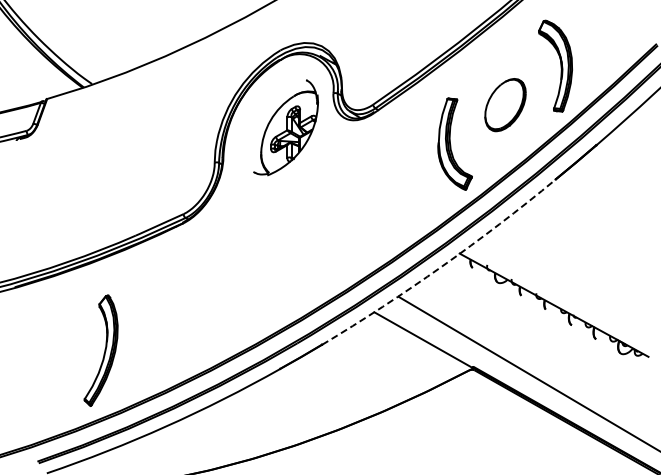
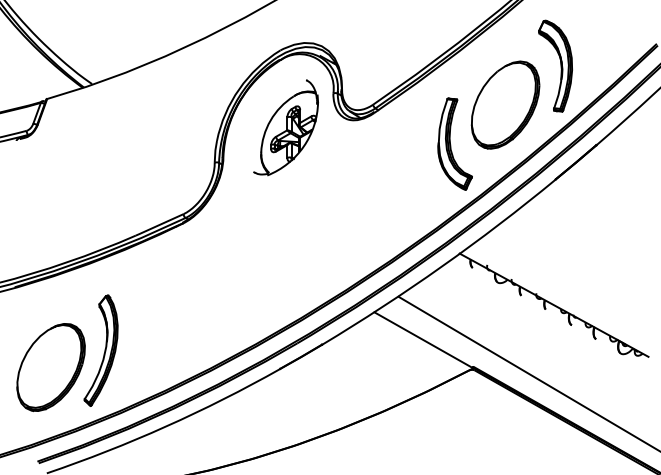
part at (505, 105) size: 43x55 px -> 71x90 px
arc at (442, 266): dashed -> solid
part at (50, 367): none -> present
